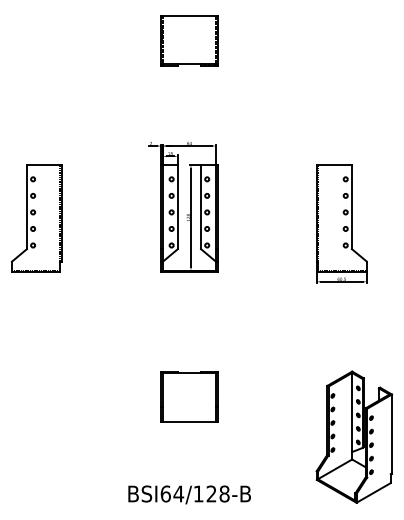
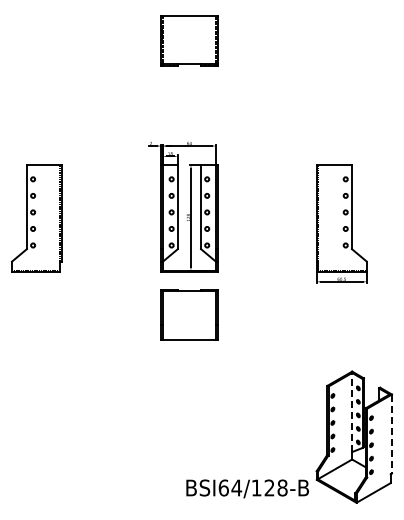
part at (189, 396) position: (189, 396) -> (189, 314)
line at (352, 412): solid -> dashed
line at (391, 434): solid -> dashed
text at (189, 494) position: (189, 494) -> (247, 488)
